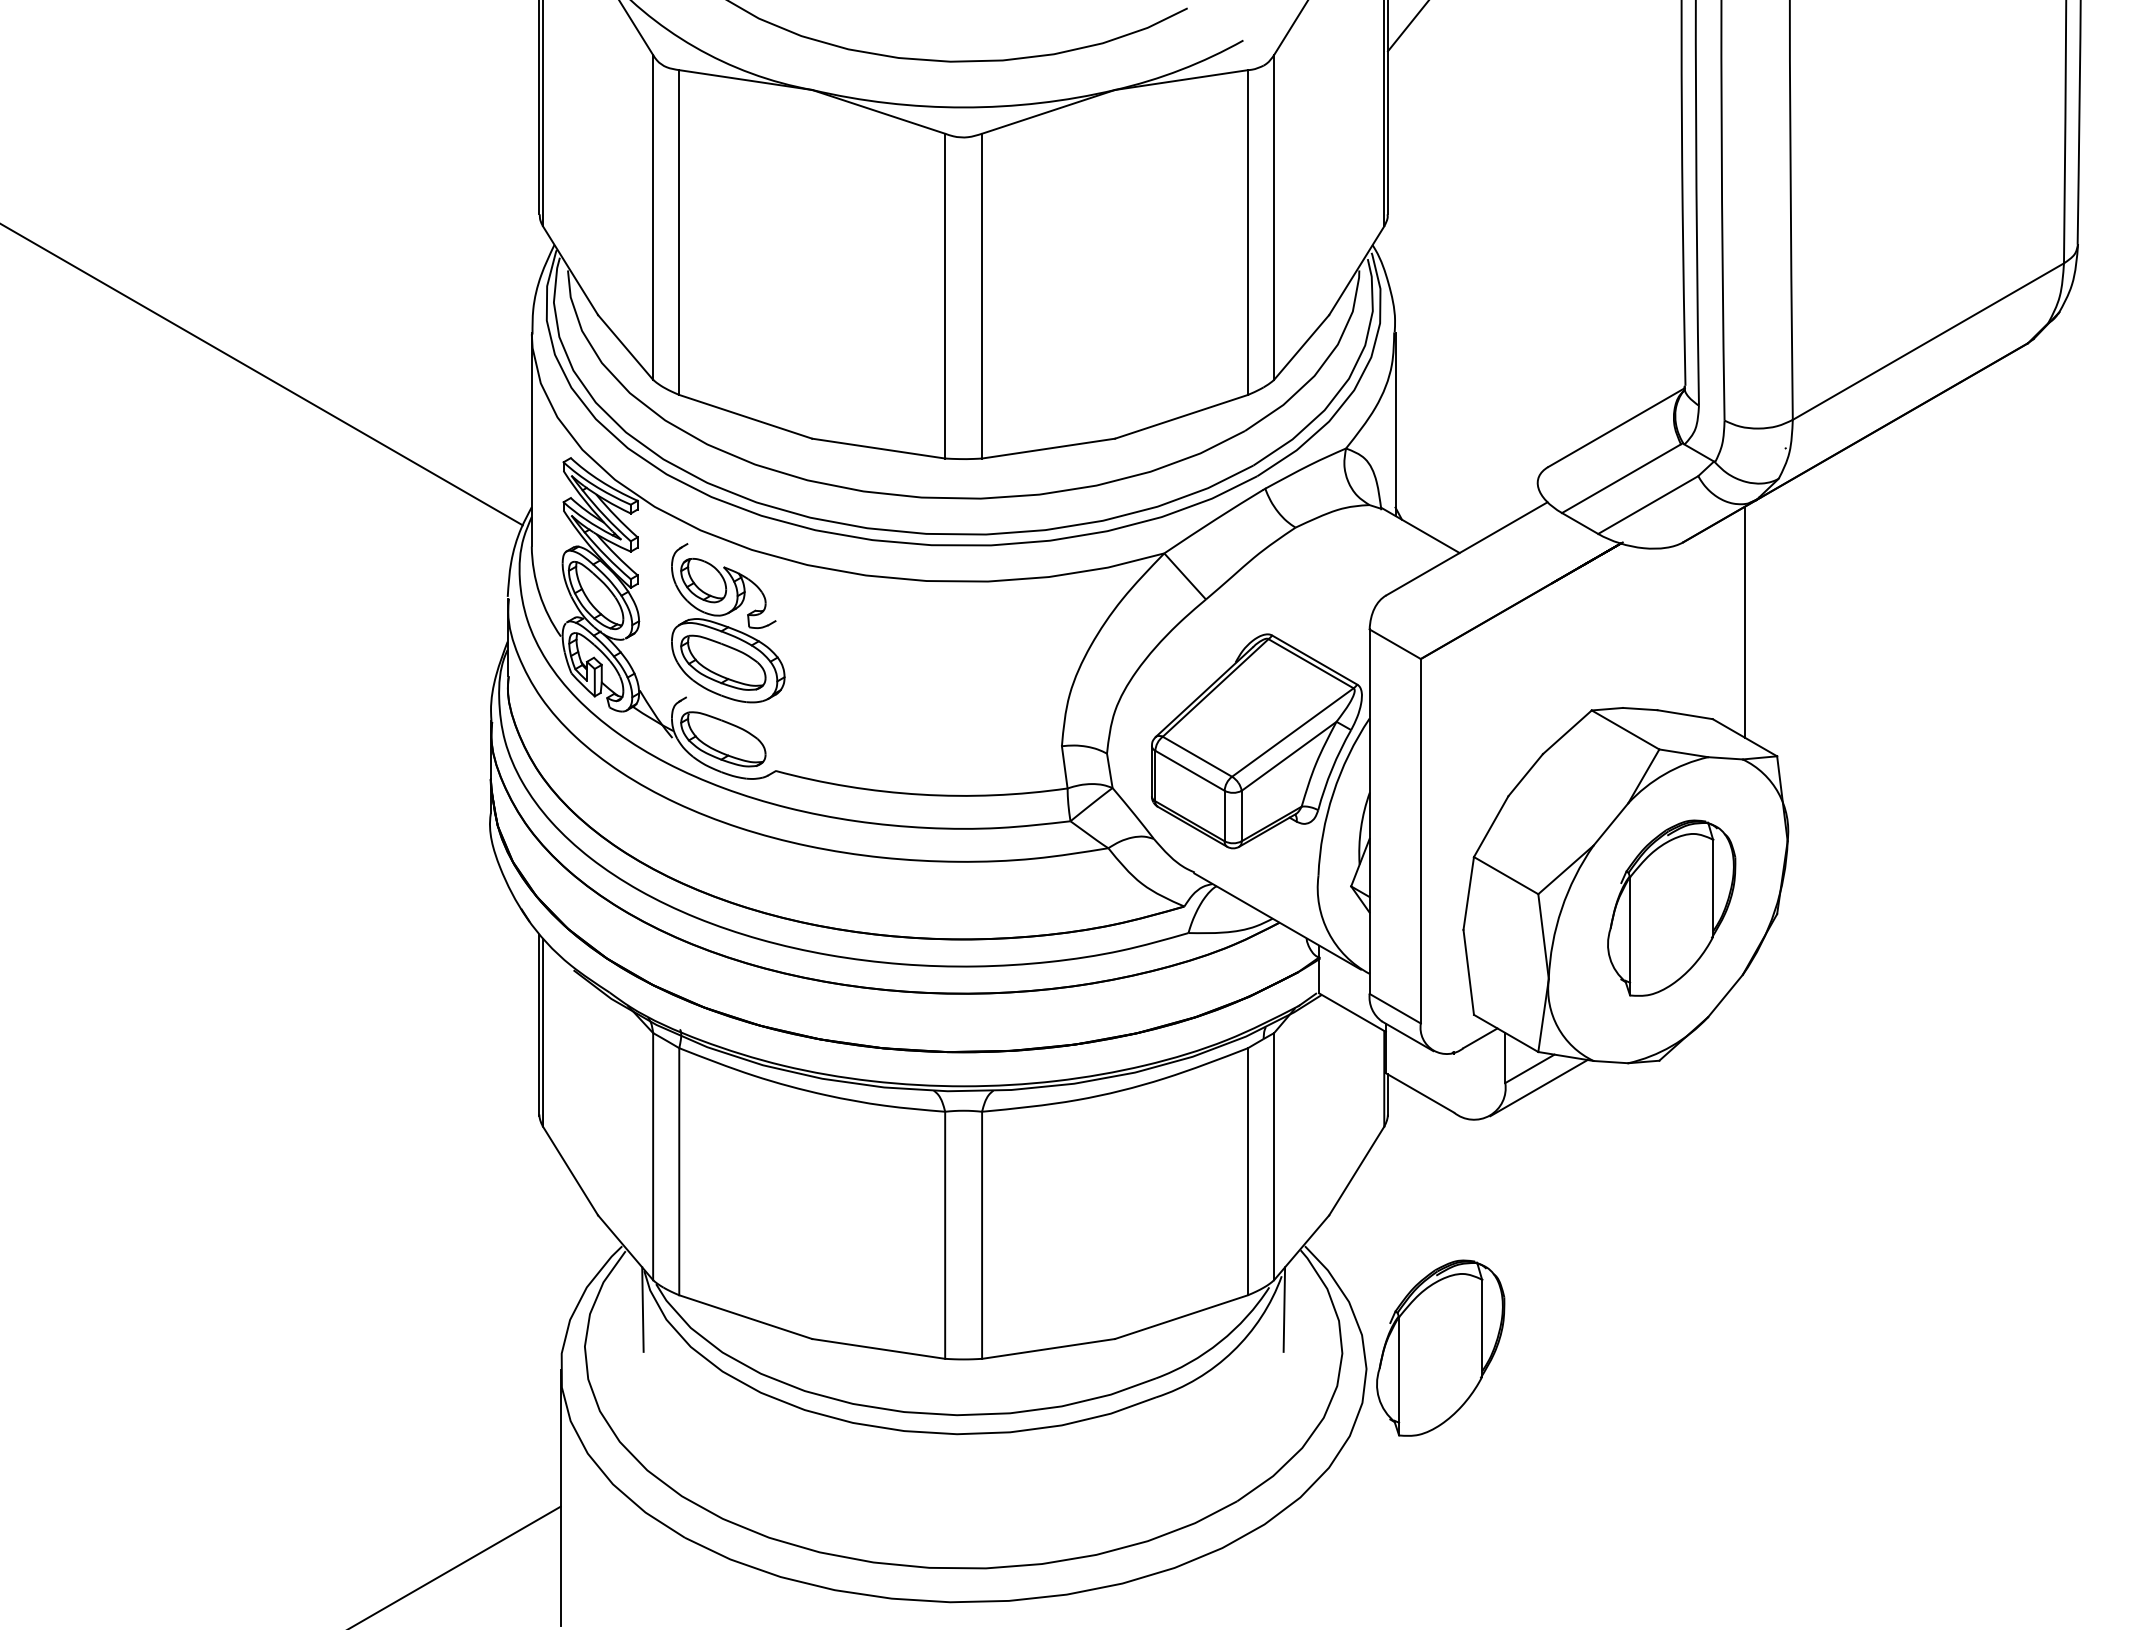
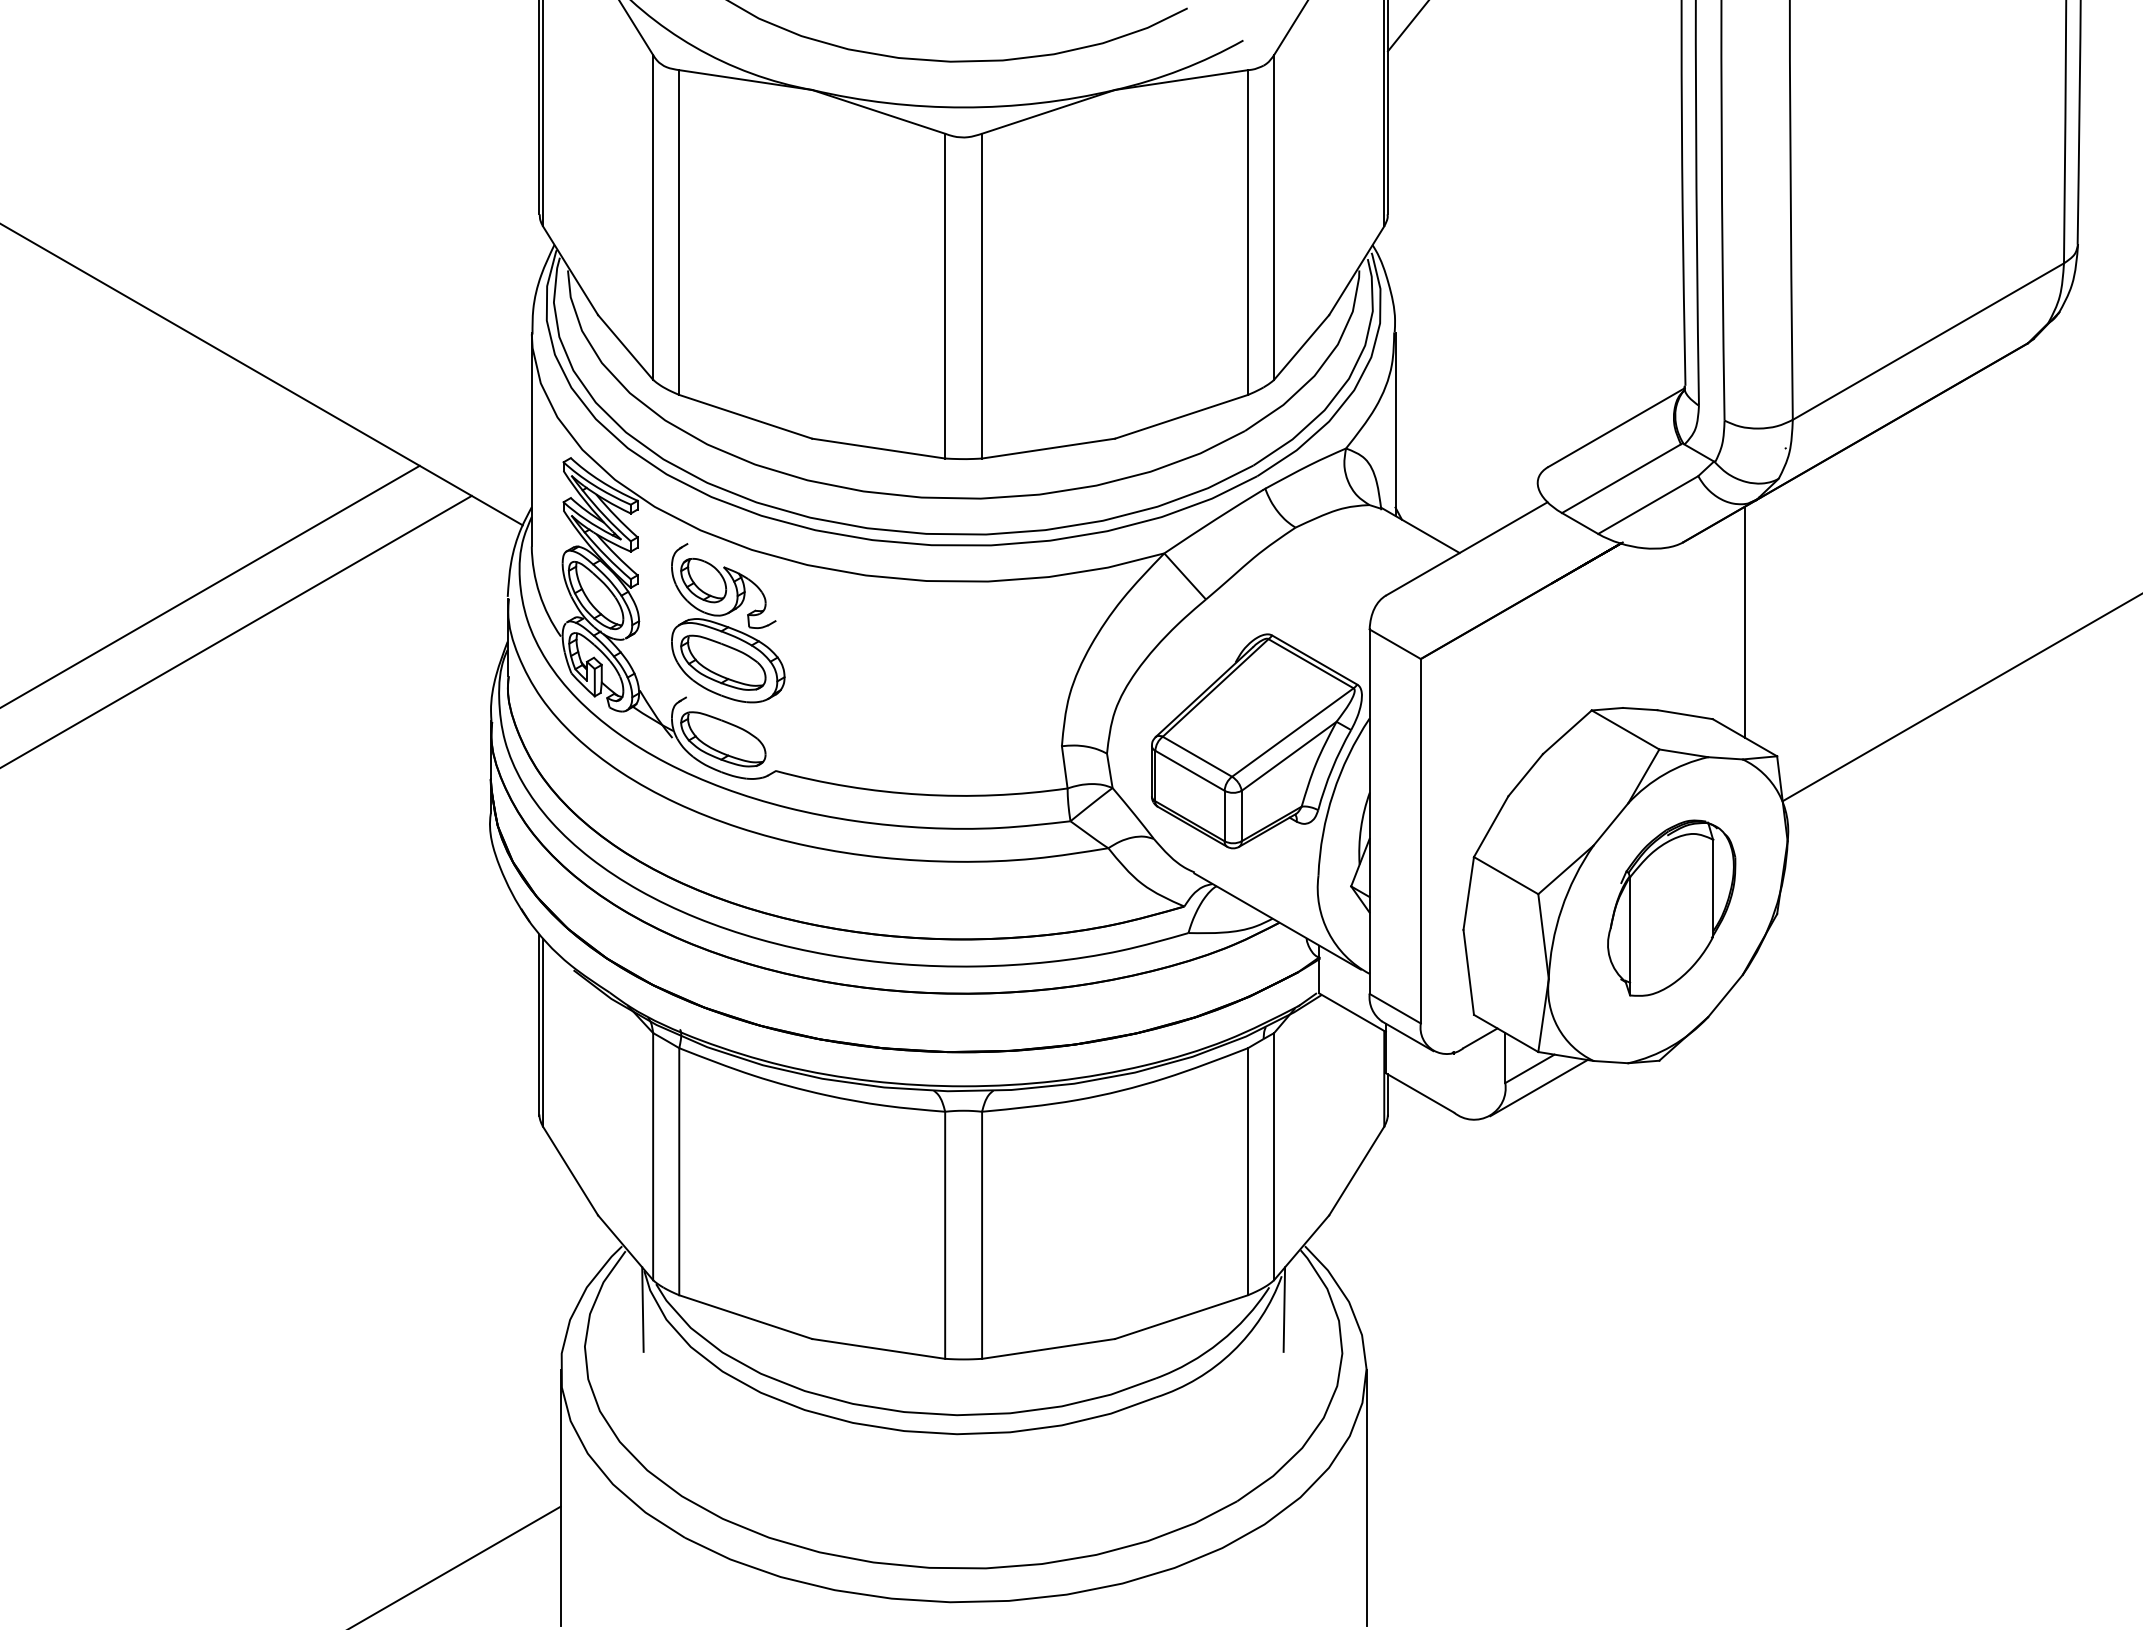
line at (210, 585): none -> present
line at (236, 630): none -> present
line at (1960, 698): none -> present
part at (1440, 1347): present -> none
line at (1366, 1497): none -> present
